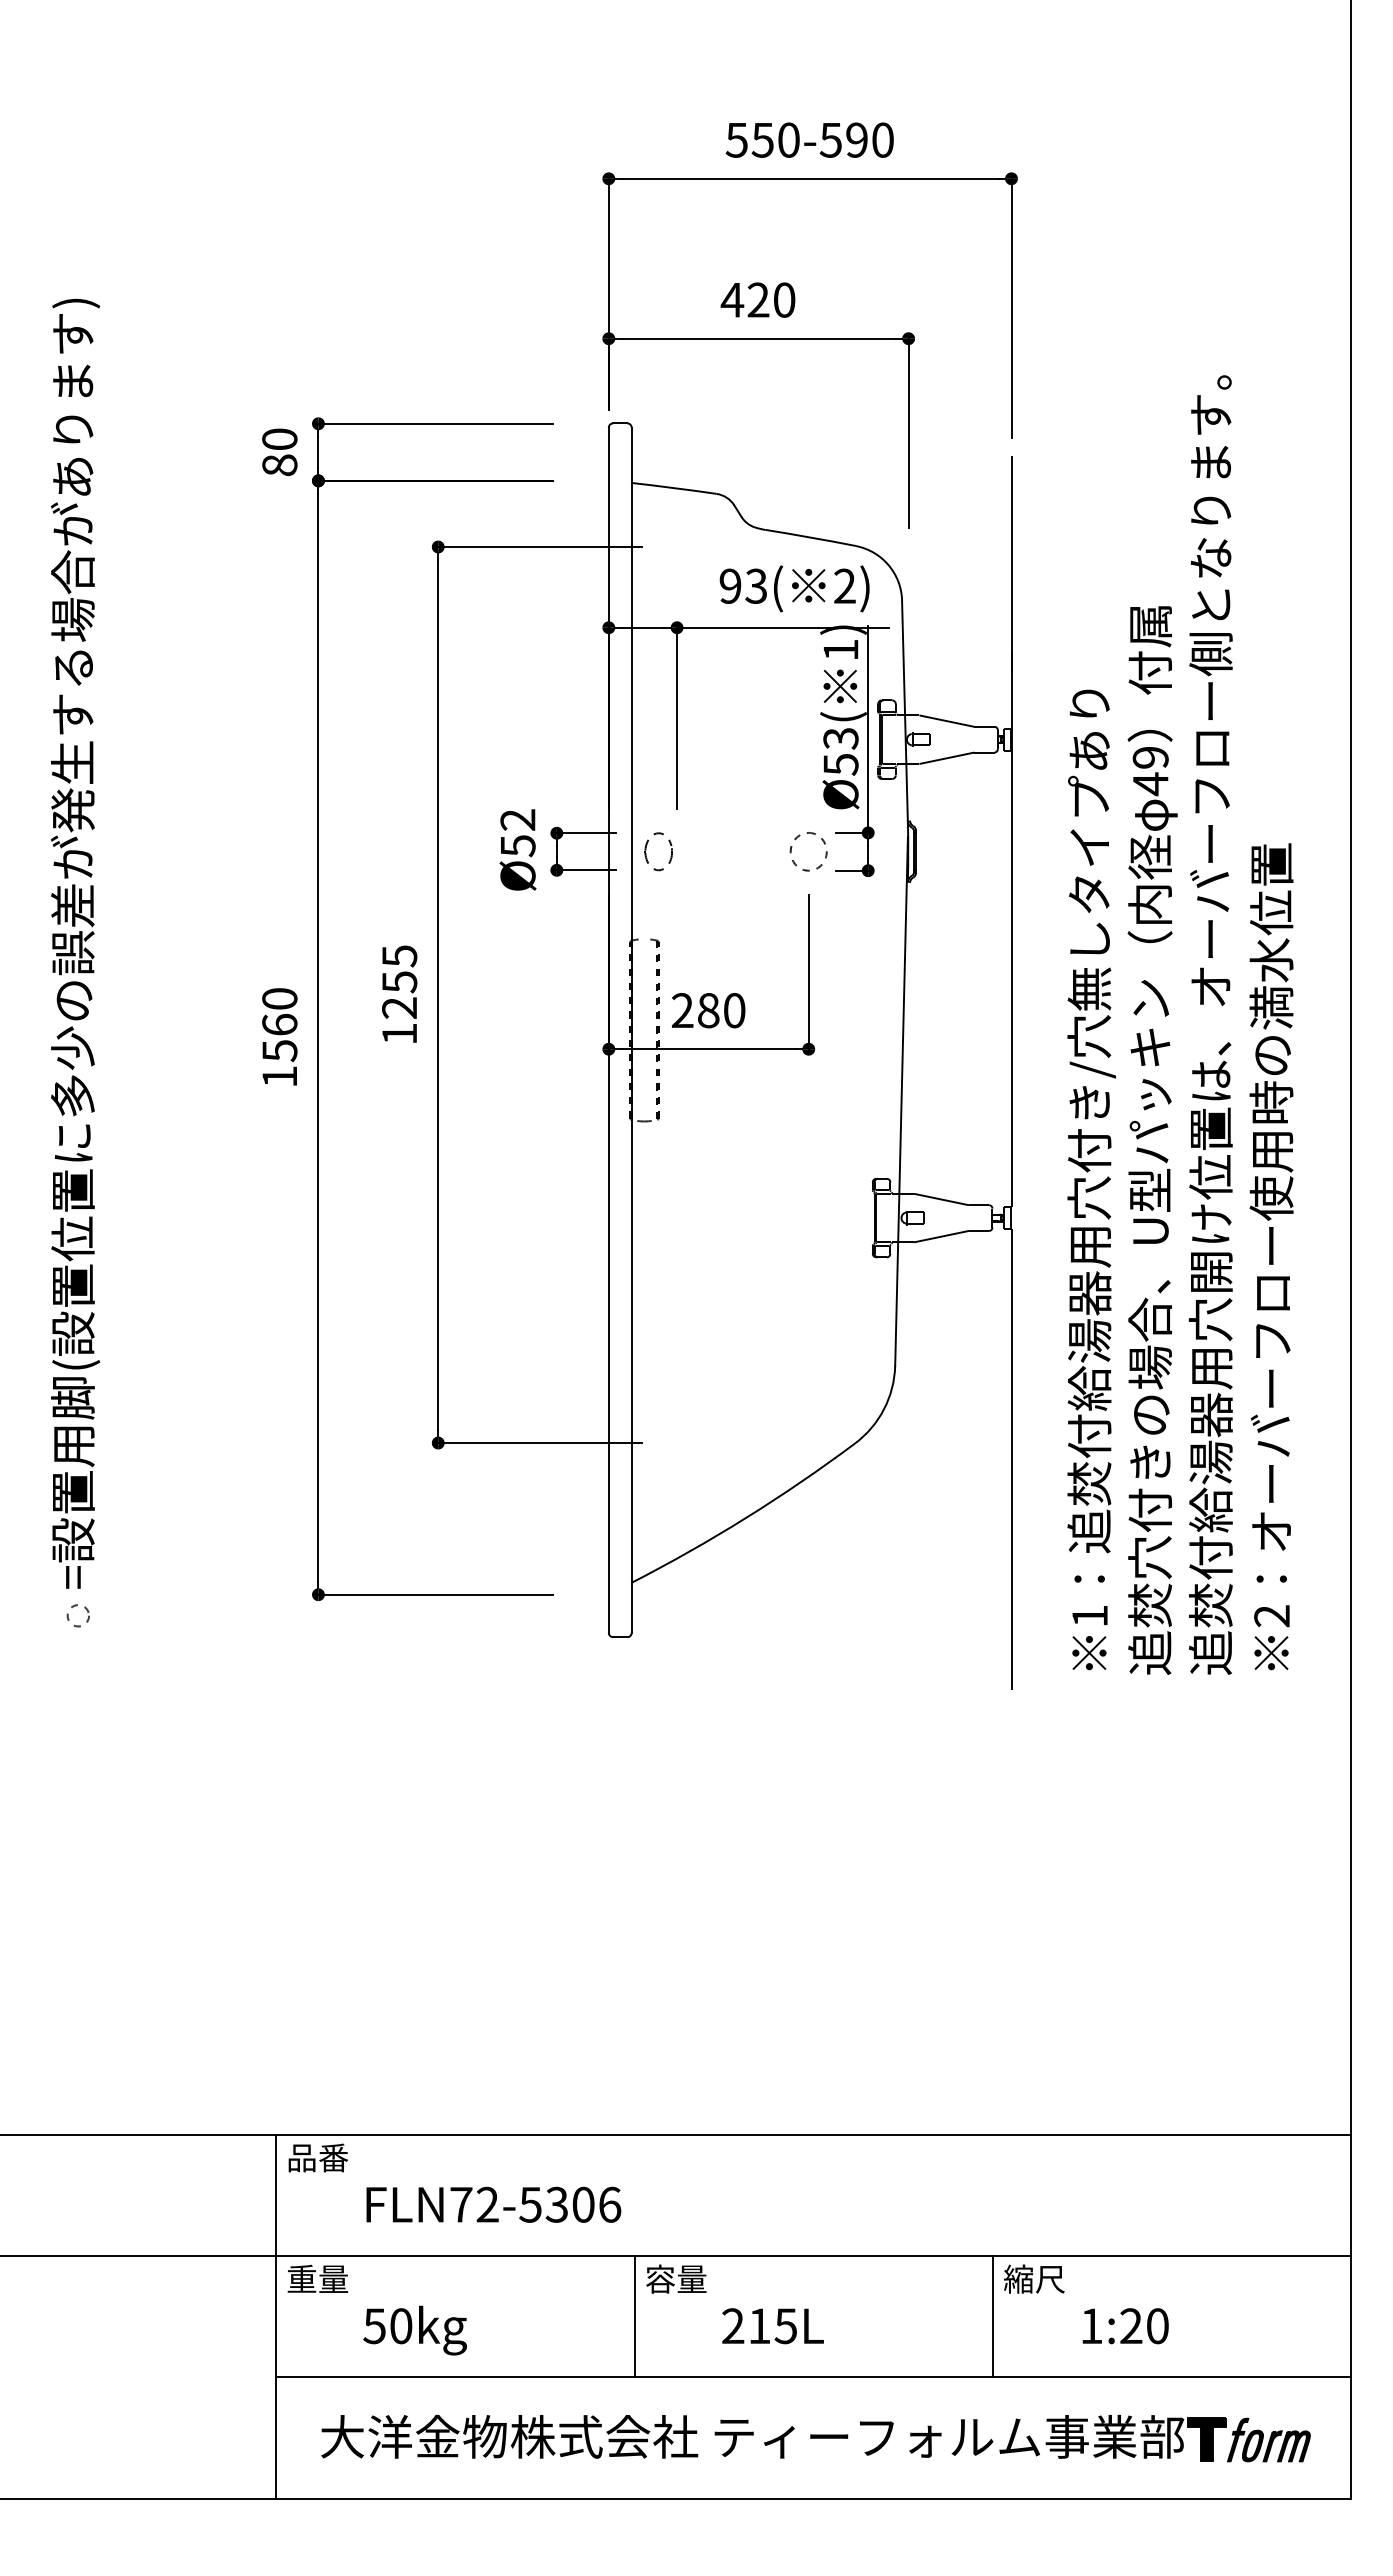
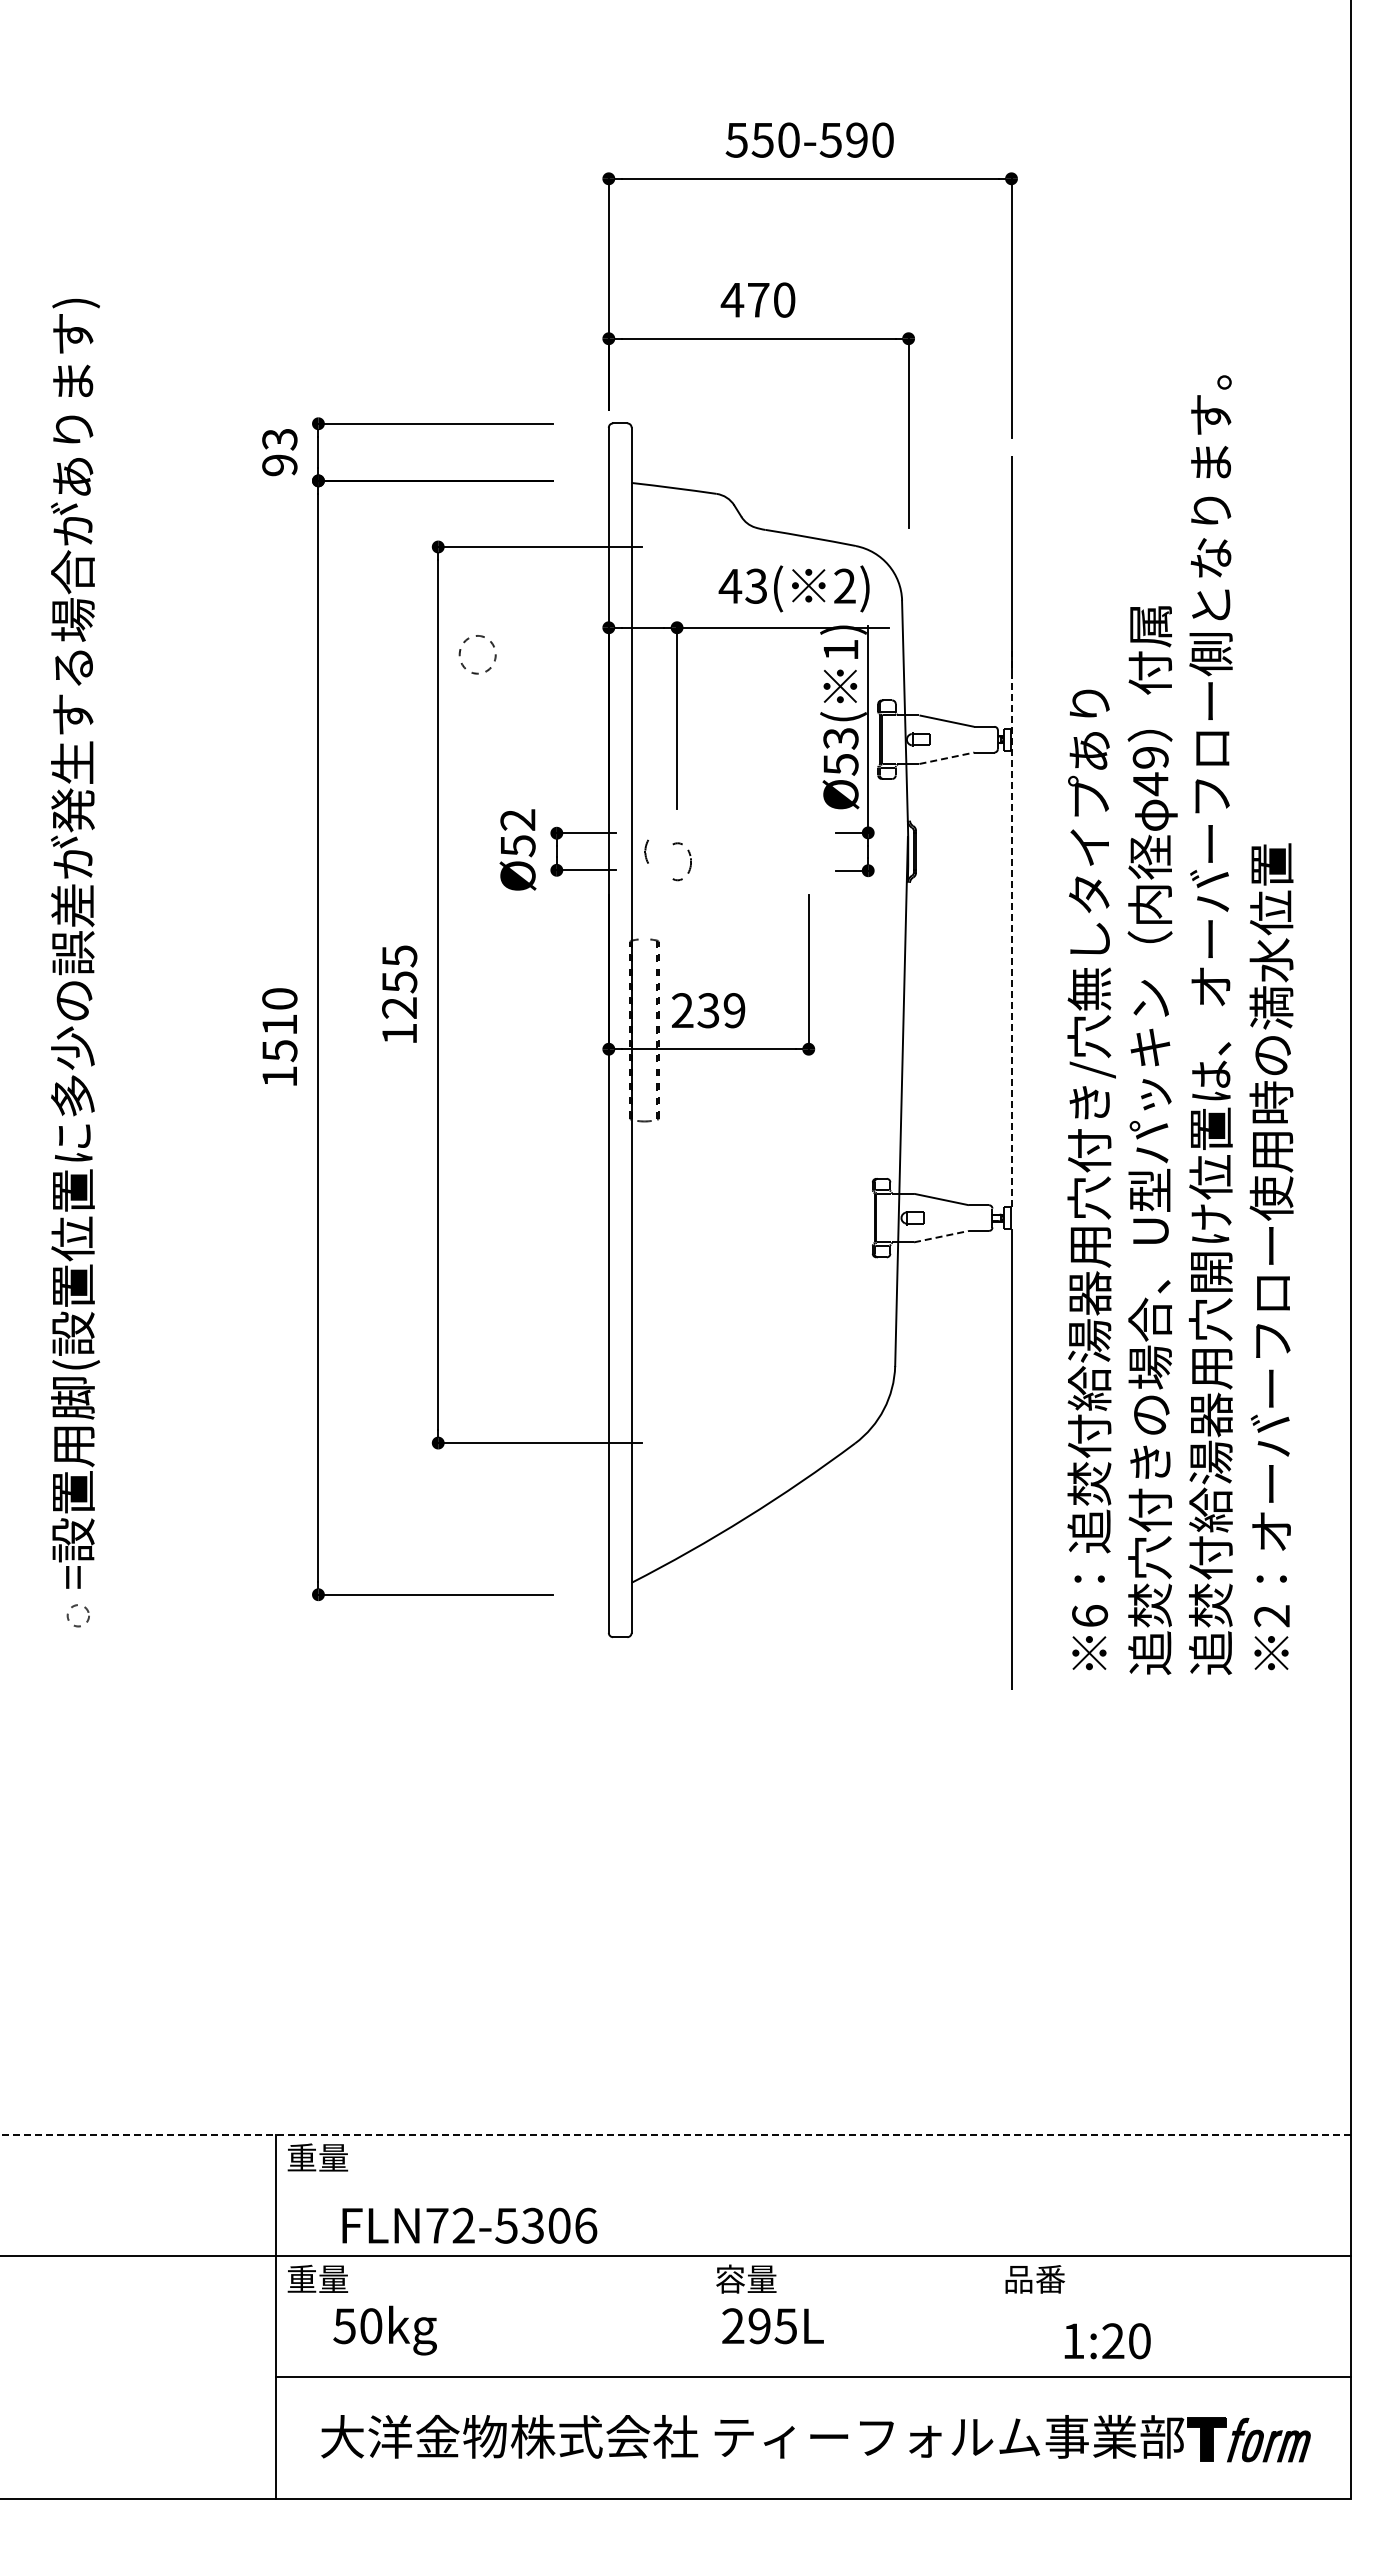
text at (758, 299): 420 -> 470
text at (279, 452): 80 -> 93
text at (730, 585): 93( -> 43(
line at (947, 758): solid -> dashed
part at (792, 847) position: (792, 847) -> (461, 650)
part at (671, 851) position: (671, 851) -> (690, 861)
line at (1011, 928): solid -> dashed
text at (721, 1010): 280 -> 239
text at (279, 1024): 1560 -> 1510
line at (941, 1236): solid -> dashed
text at (1090, 1615): 1 -> 6
line at (675, 2134): solid -> dashed
text at (317, 2157): 品番 -> 重量
text at (493, 2204) position: (493, 2204) -> (469, 2225)
text at (676, 2278) position: (676, 2278) -> (746, 2278)
text at (1034, 2278): 縮尺 -> 品番
line at (634, 2316): present -> none
line at (992, 2316): present -> none
text at (759, 2326): 215L -> 295L
text at (1125, 2326) position: (1125, 2326) -> (1107, 2341)
text at (414, 2330) position: (414, 2330) -> (384, 2330)
